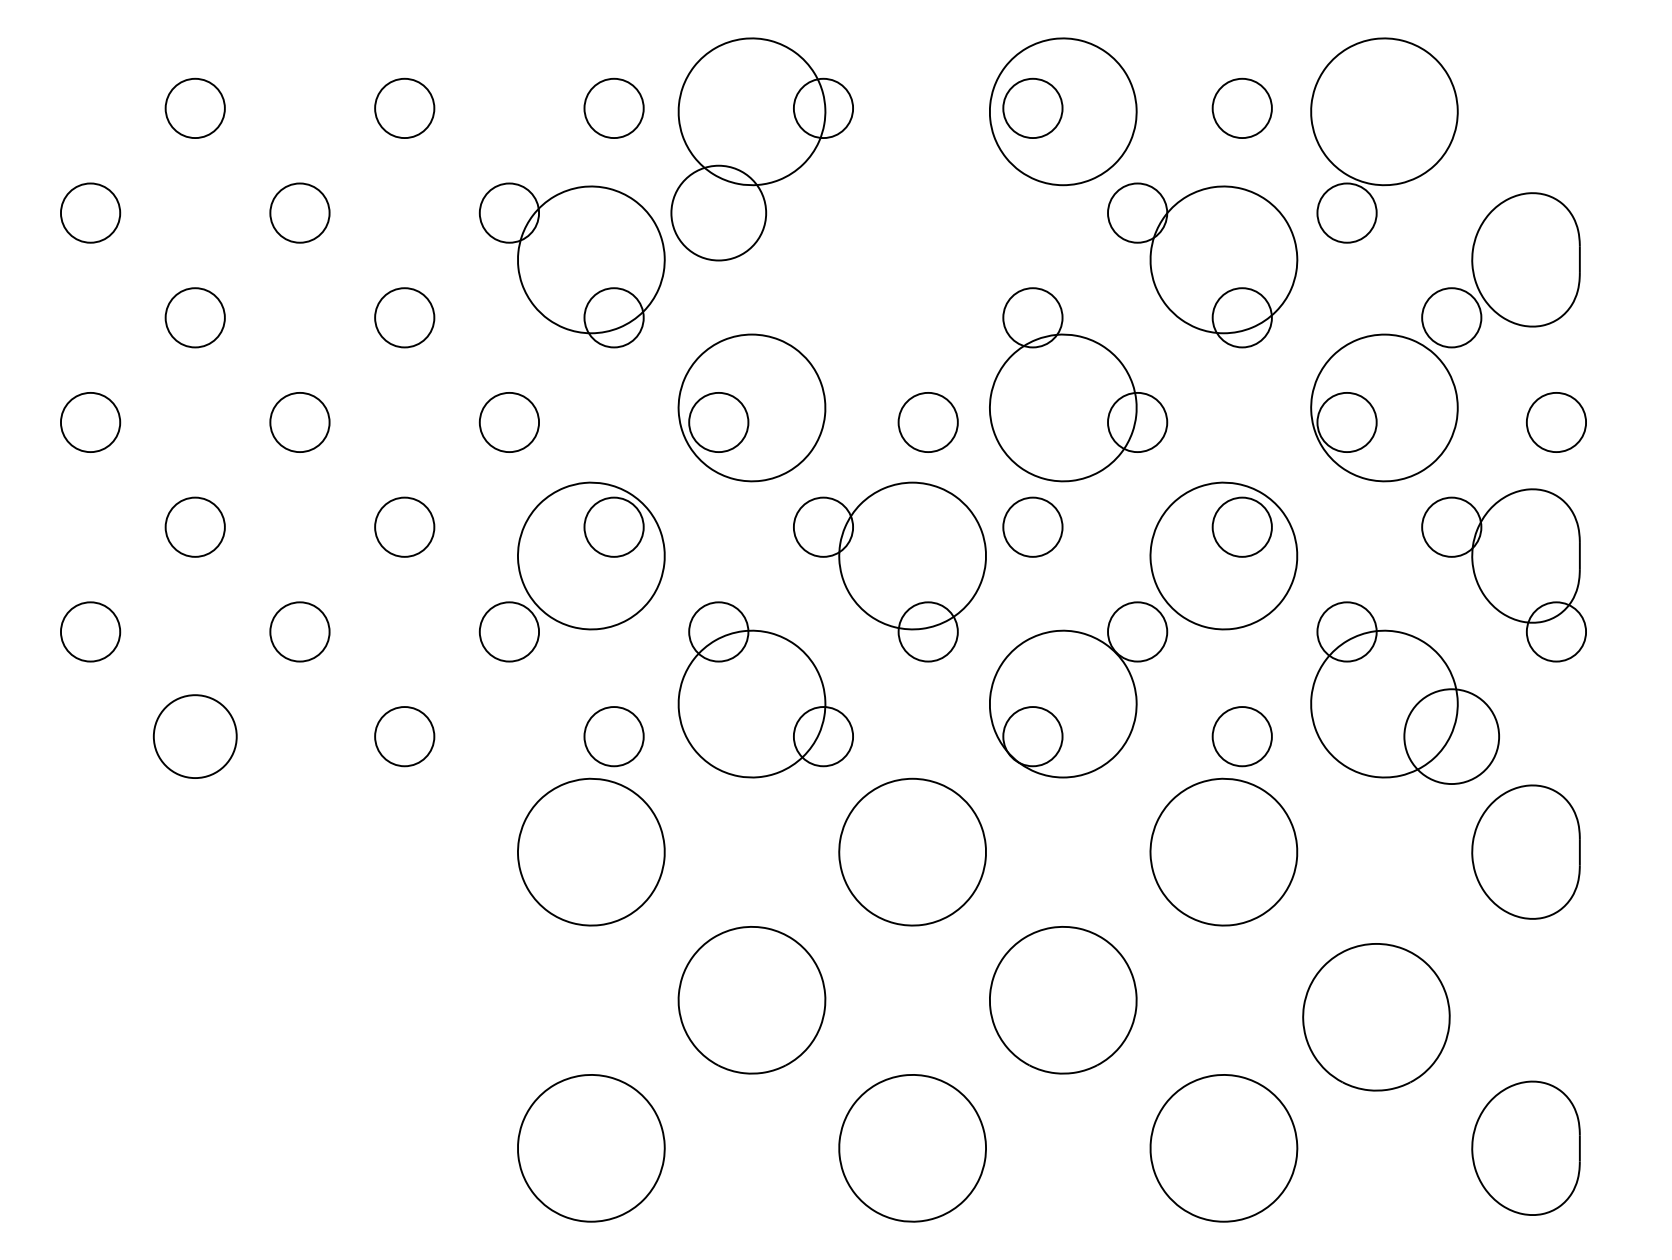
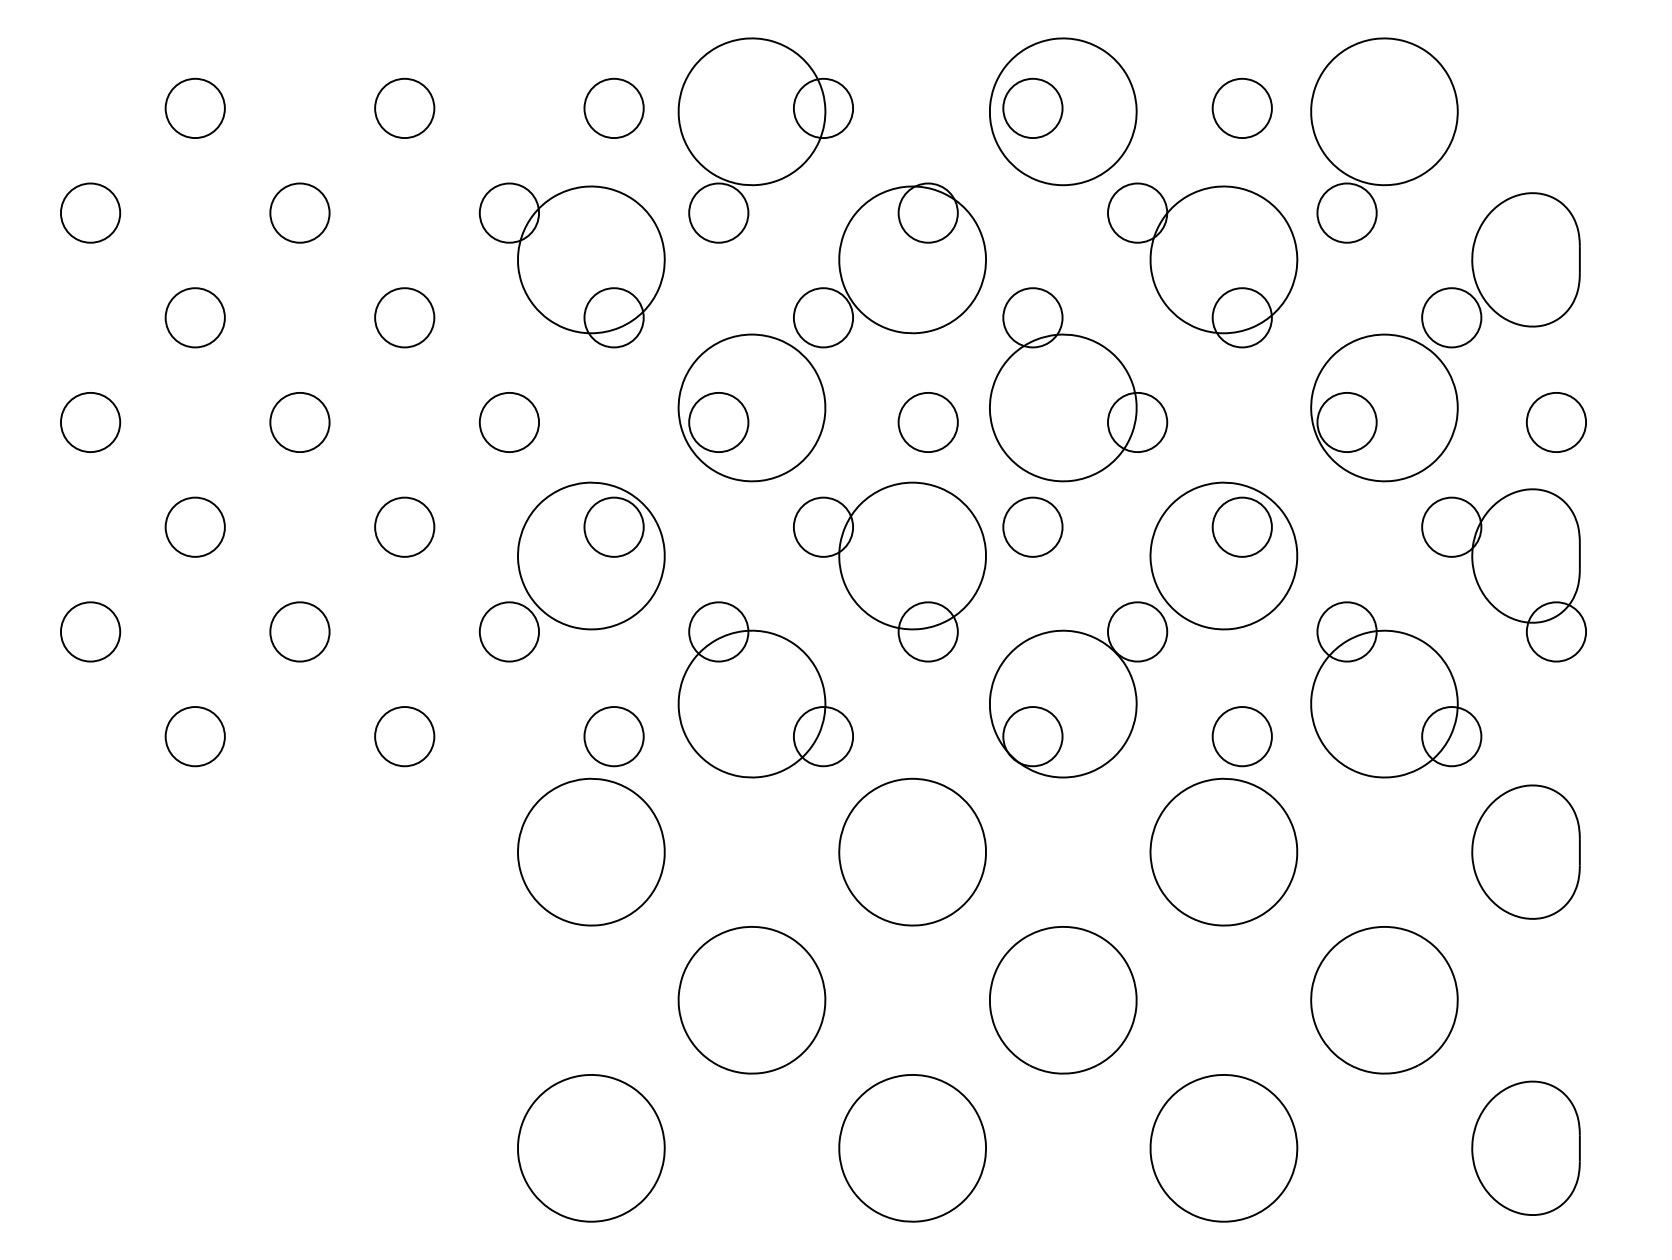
circle at (718, 212) diameter: 95 px -> 59 px
part at (889, 265): none -> present
circle at (194, 736) diameter: 83 px -> 59 px
circle at (1451, 736) diameter: 95 px -> 59 px
part at (1376, 1017) position: (1376, 1017) -> (1384, 1000)
